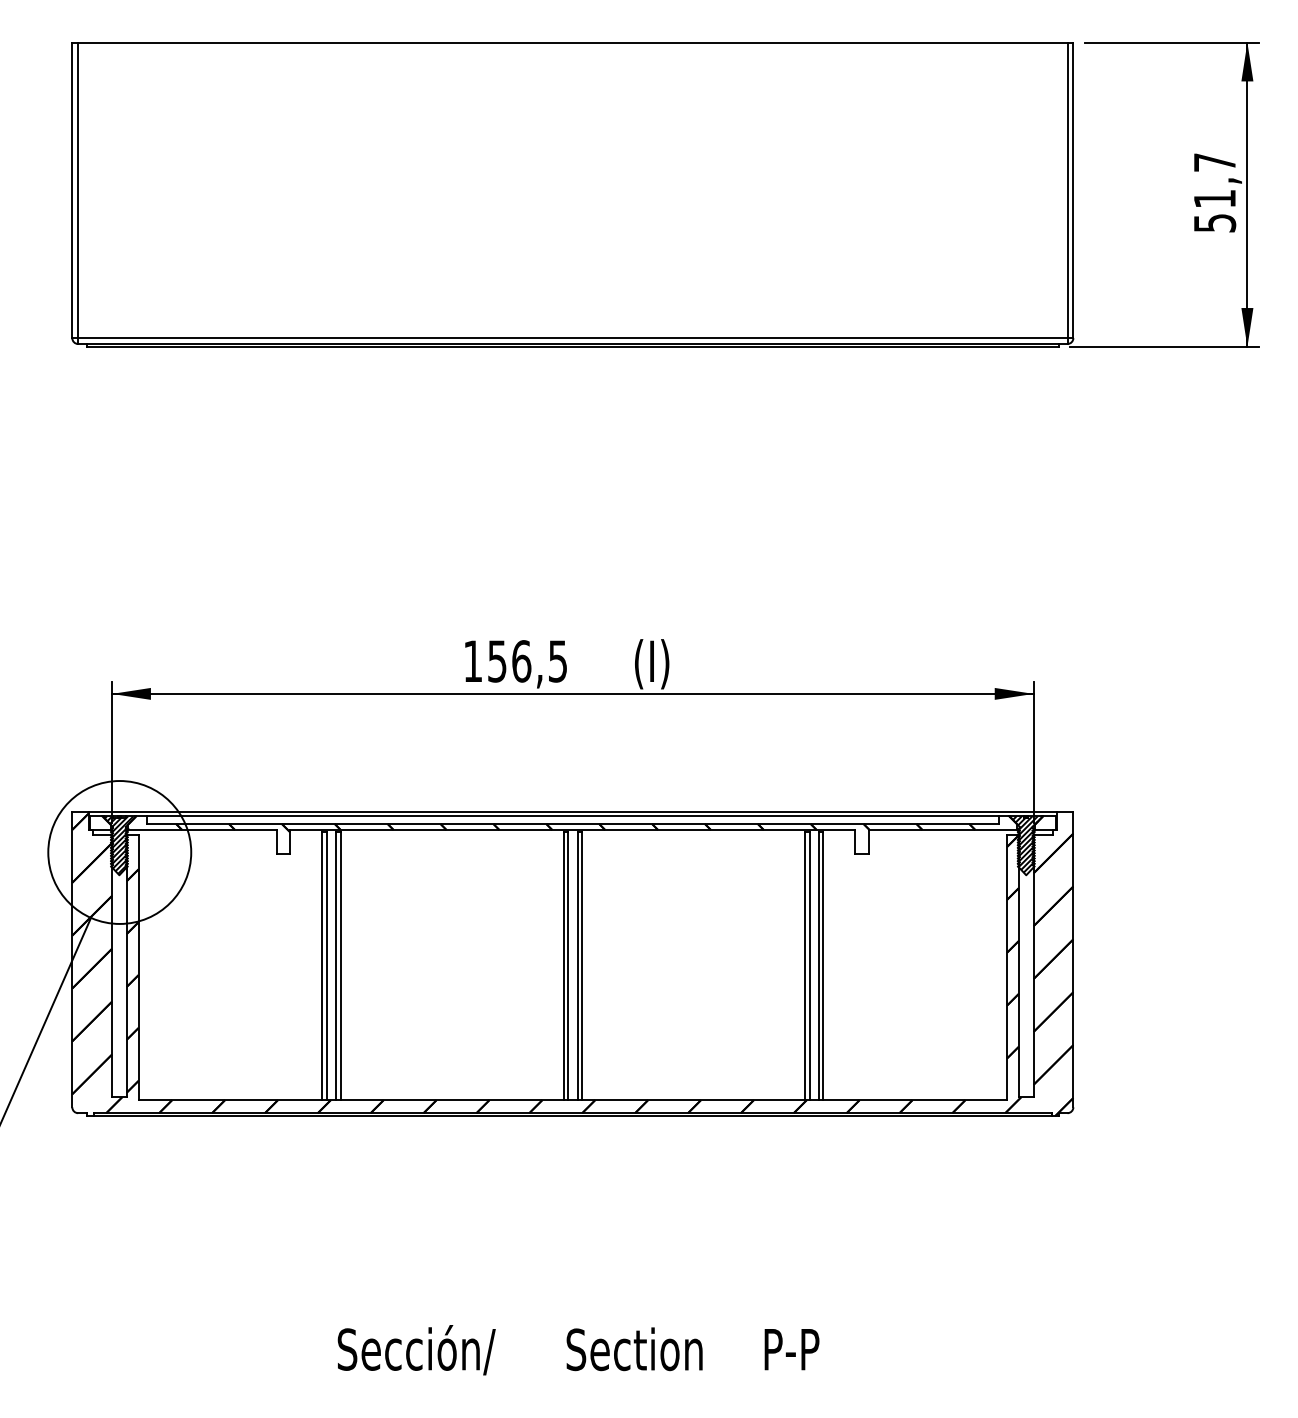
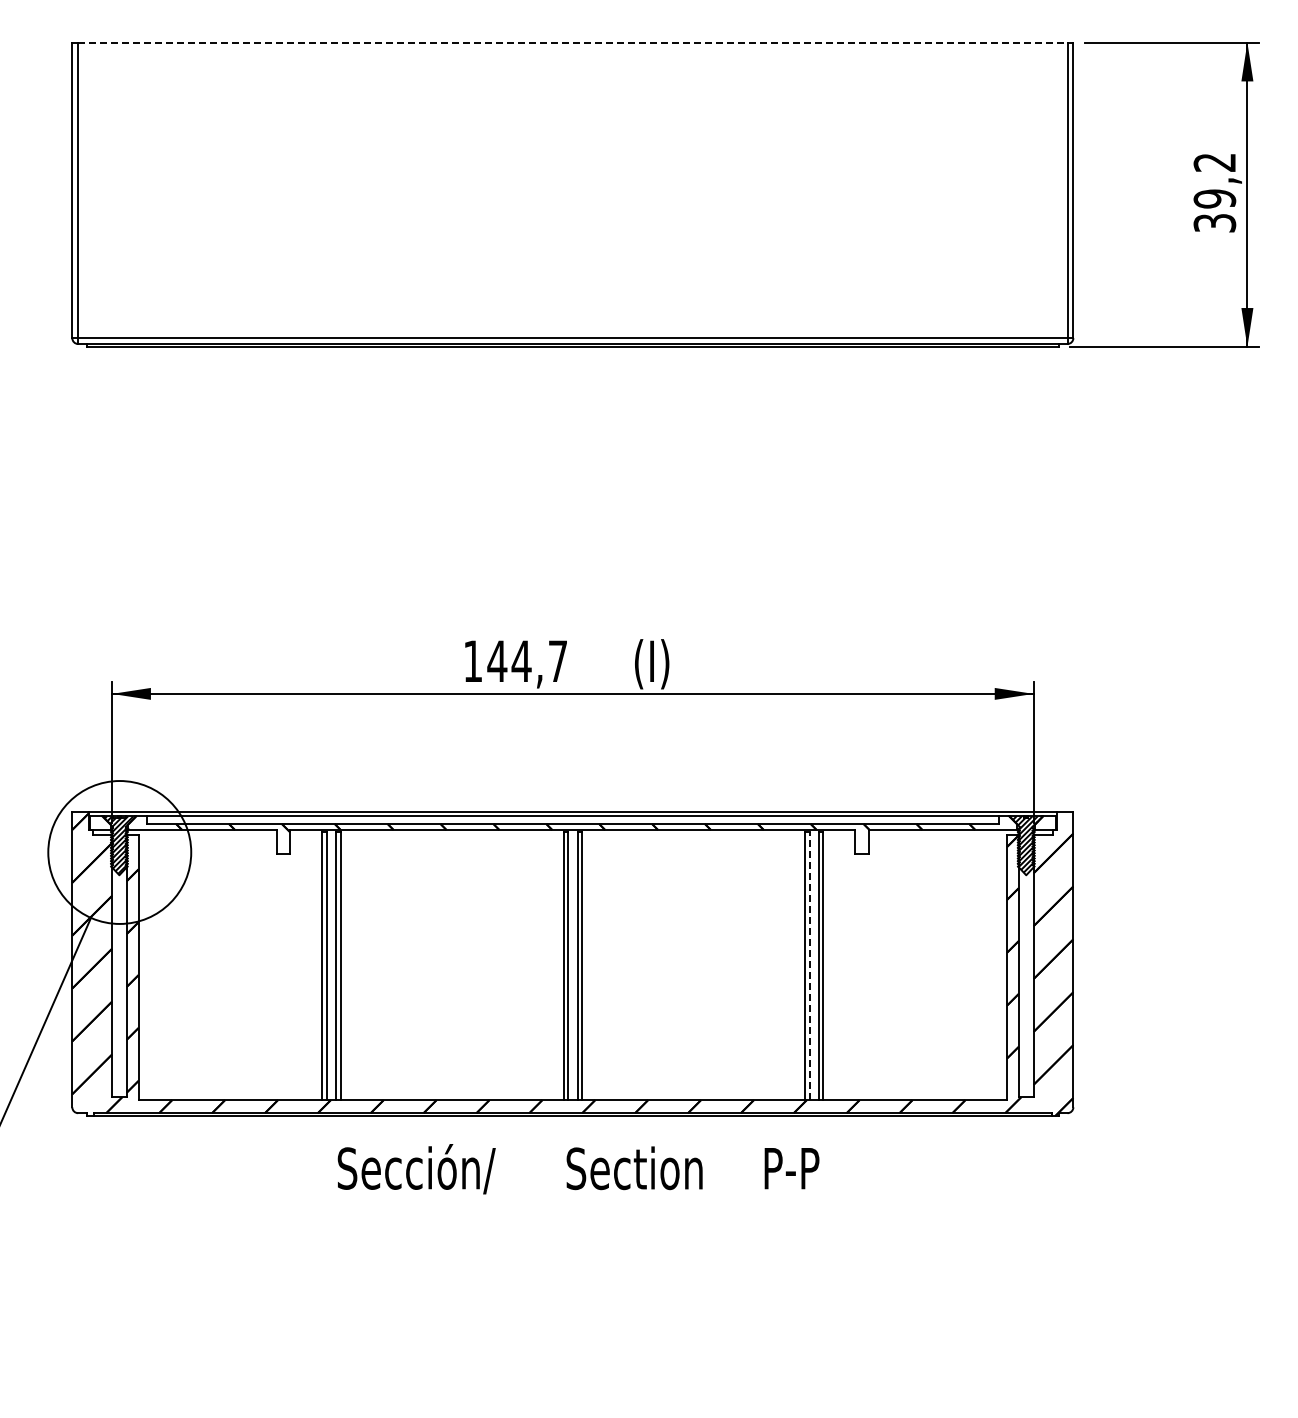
line at (572, 42): solid -> dashed
text at (1214, 192): 51,7 -> 39,2
text at (526, 661): 156,5 -> 144,7
line at (809, 966): solid -> dashed
text at (578, 1350) position: (578, 1350) -> (578, 1169)
